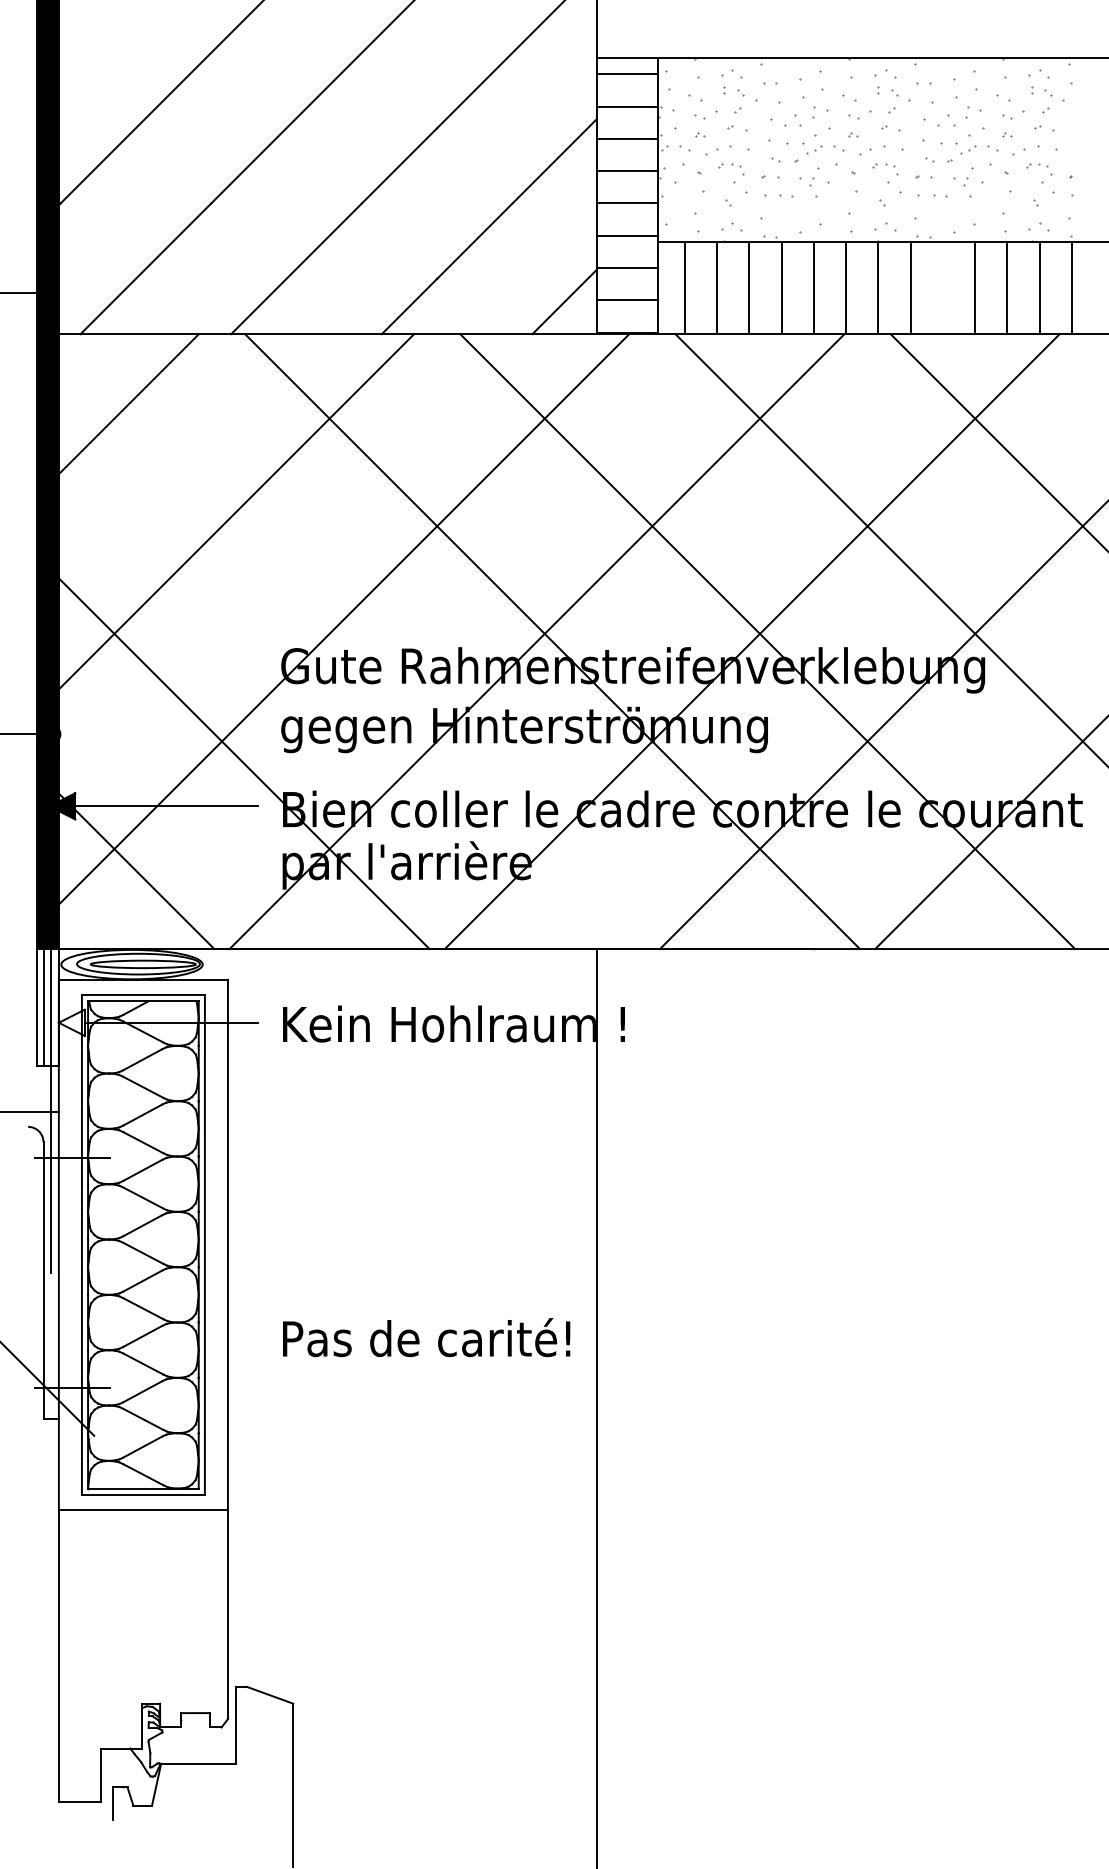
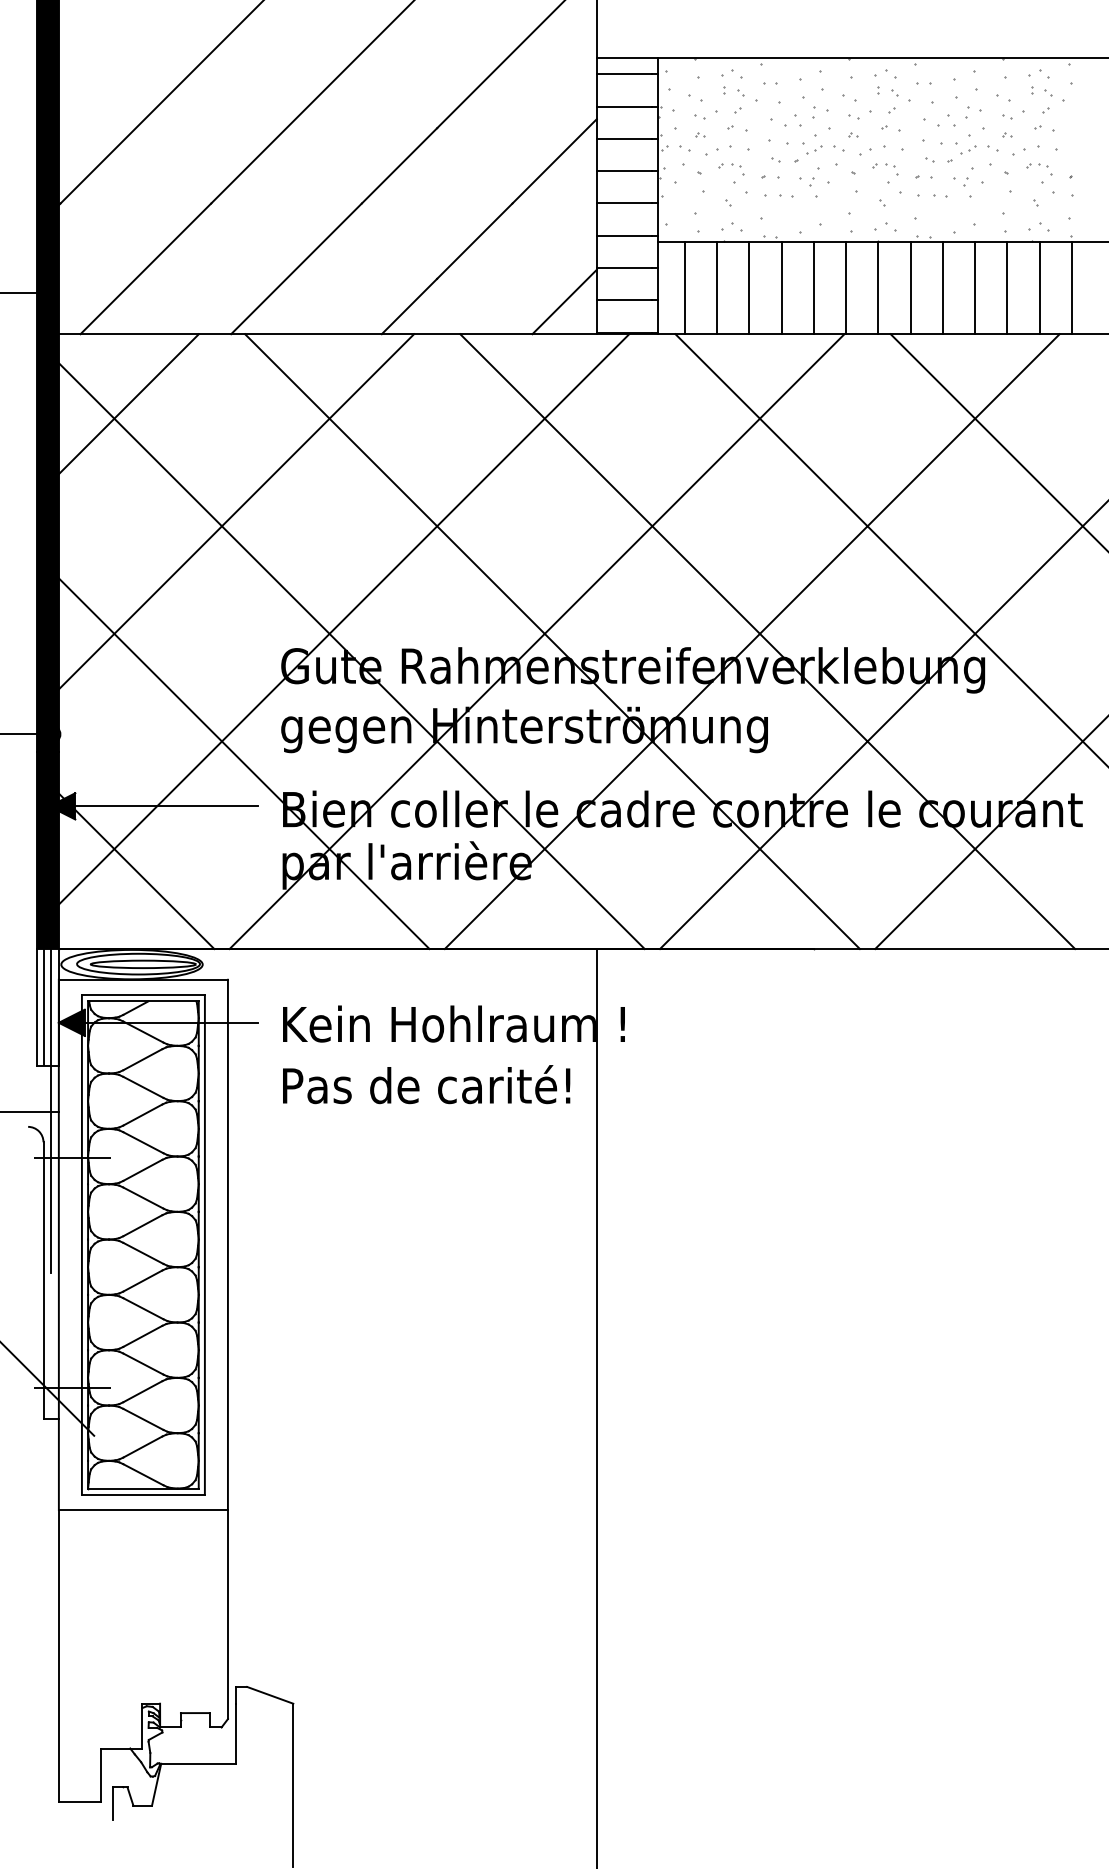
line at (942, 287): none -> present
line at (351, 656): none -> present
fill at (71, 1022): none -> present
text at (426, 1337) position: (426, 1337) -> (426, 1084)
